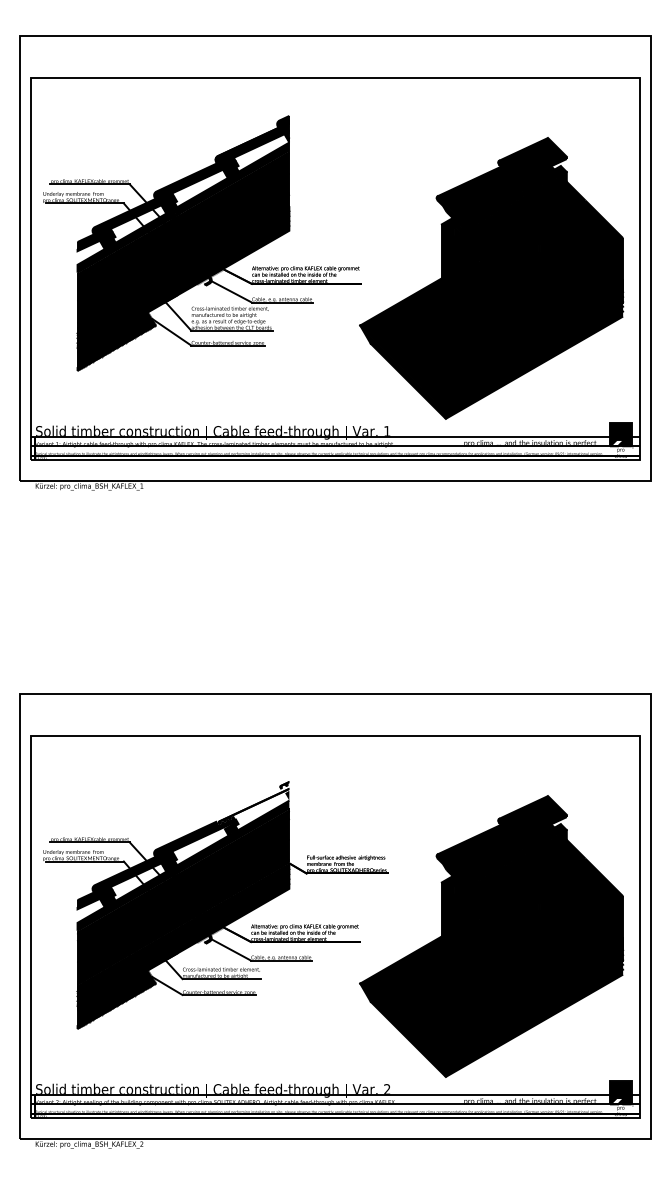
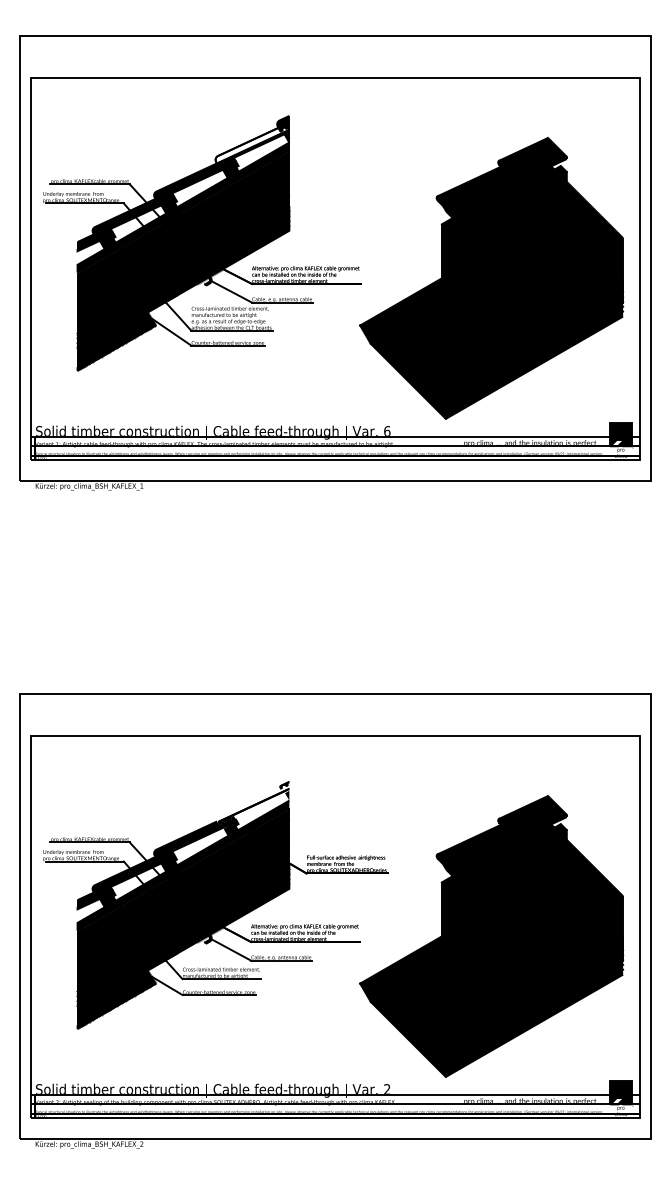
fill at (252, 145): present -> none
text at (387, 430): 1 -> 6
